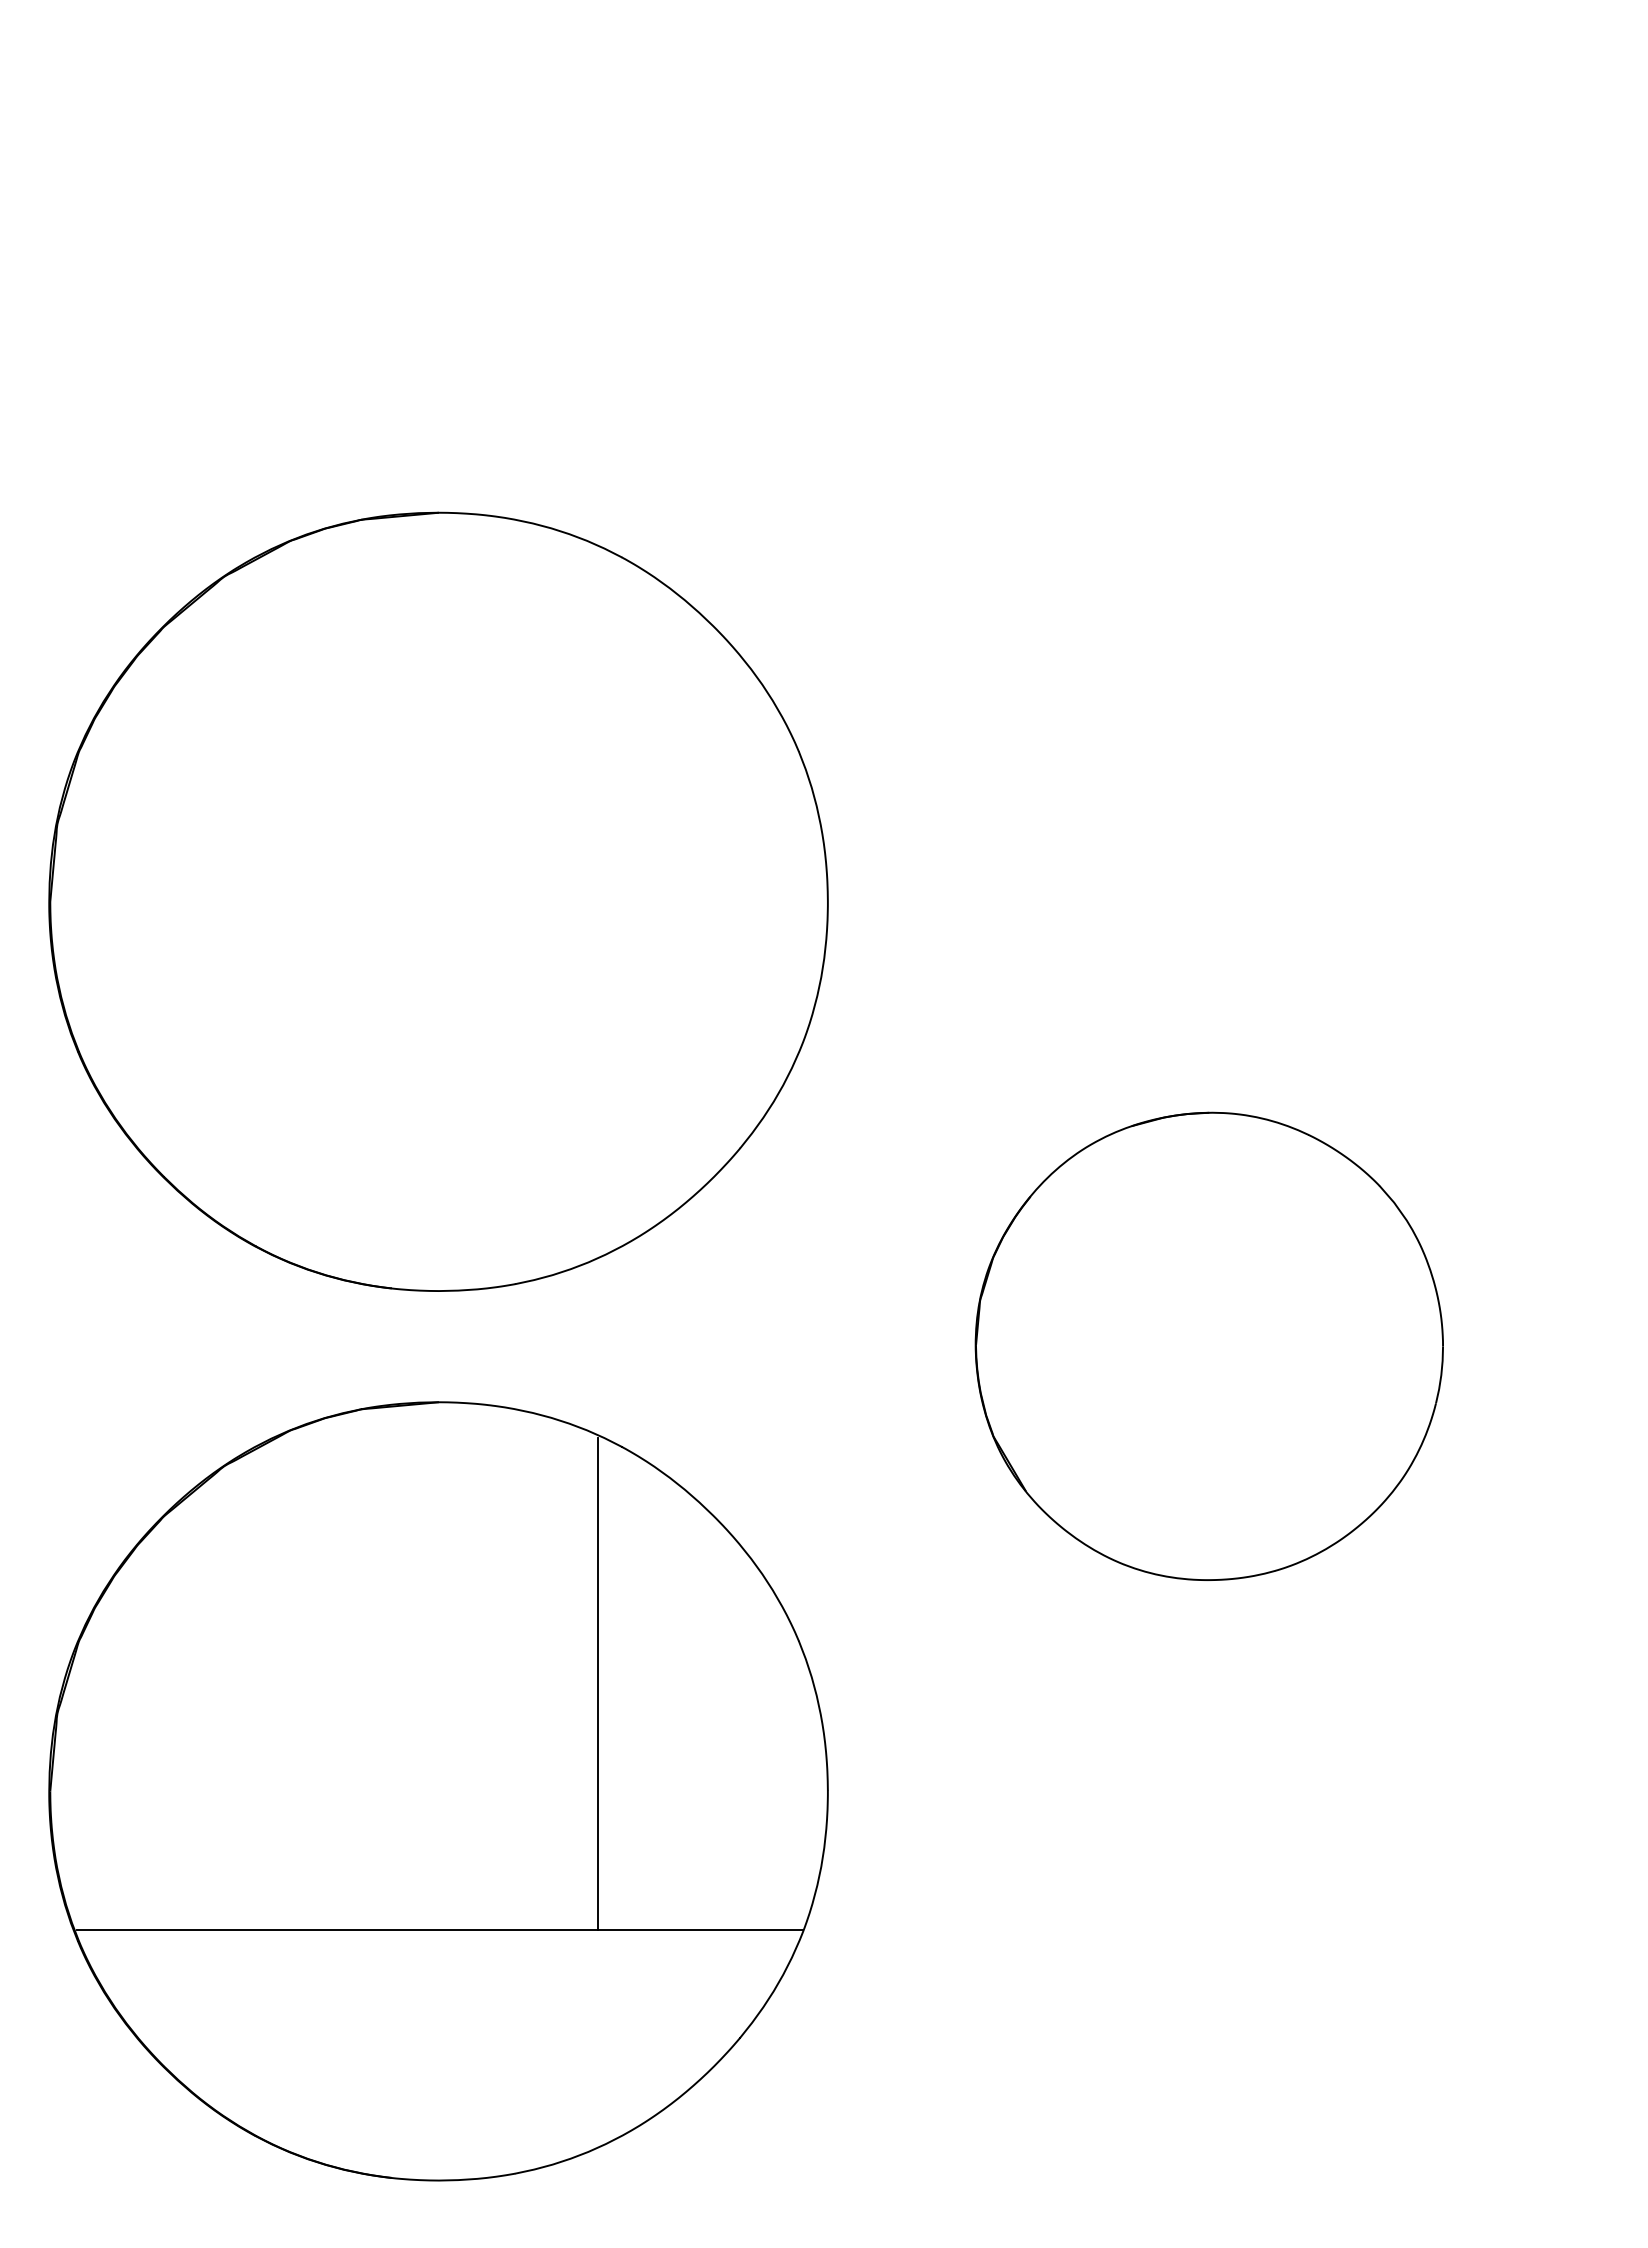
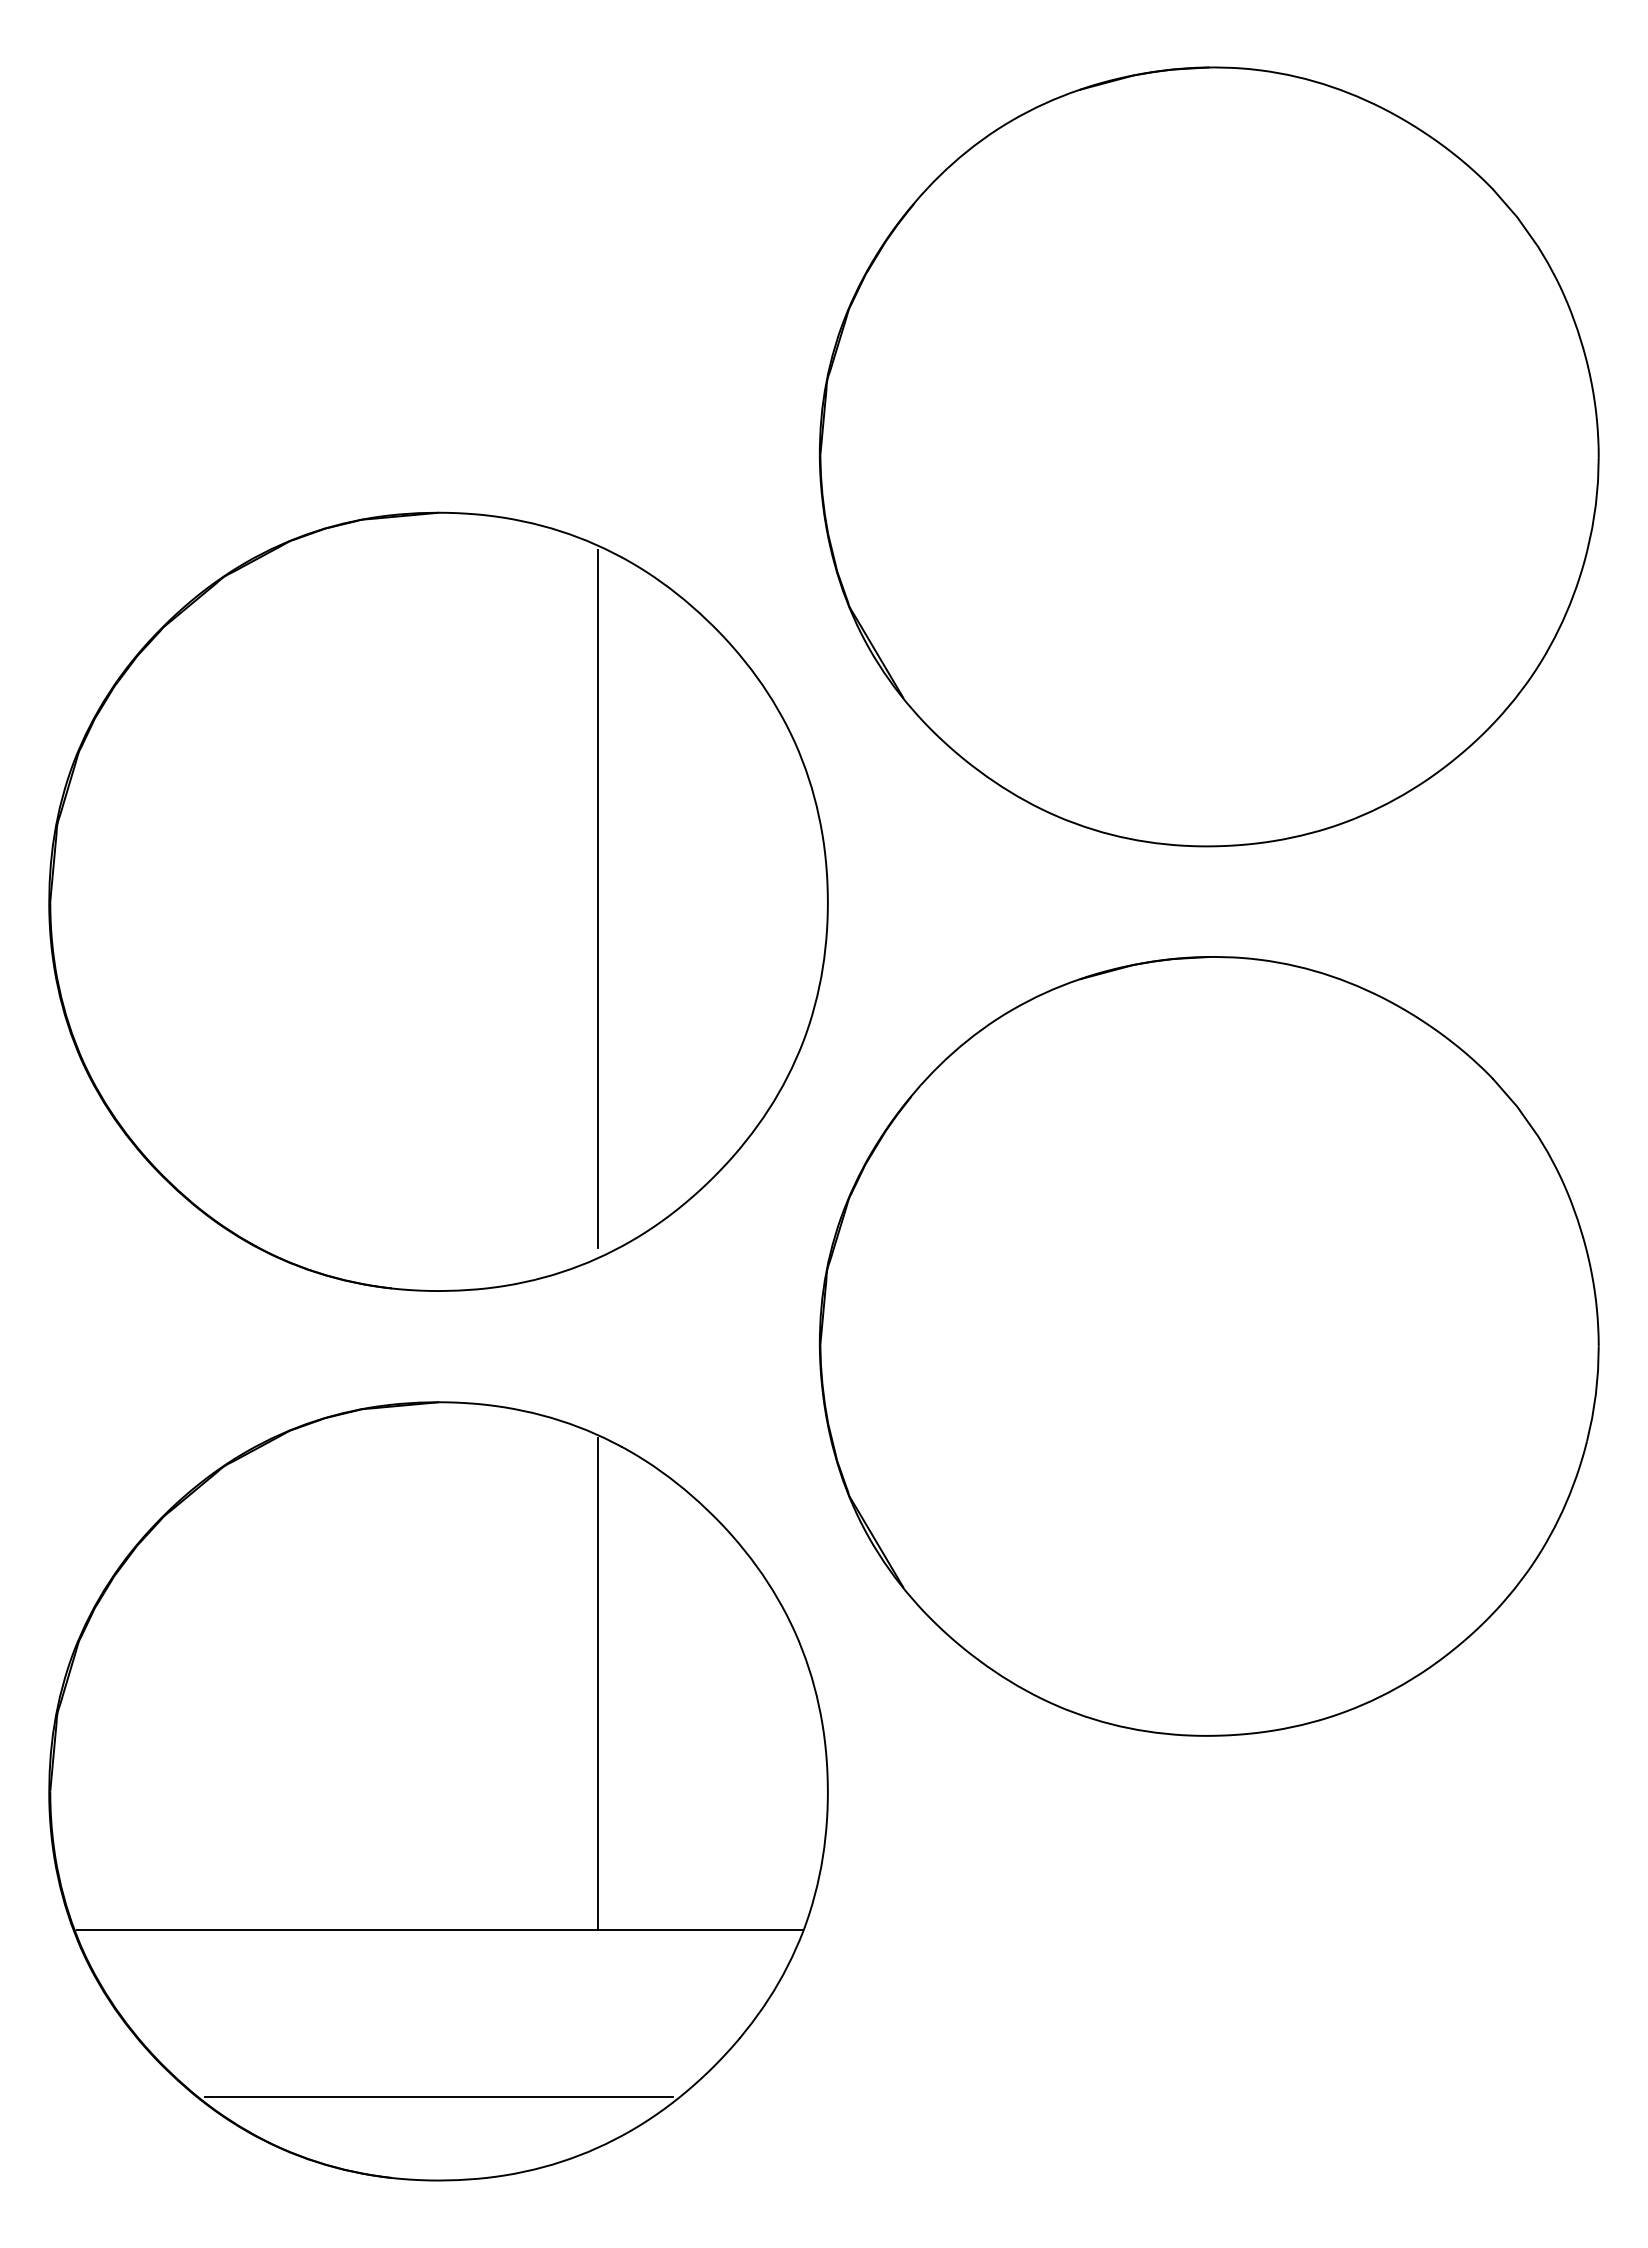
part at (1209, 456): none -> present
line at (597, 898): none -> present
part at (1208, 1345) size: 470x470 px -> 781x781 px
line at (438, 2097): none -> present
